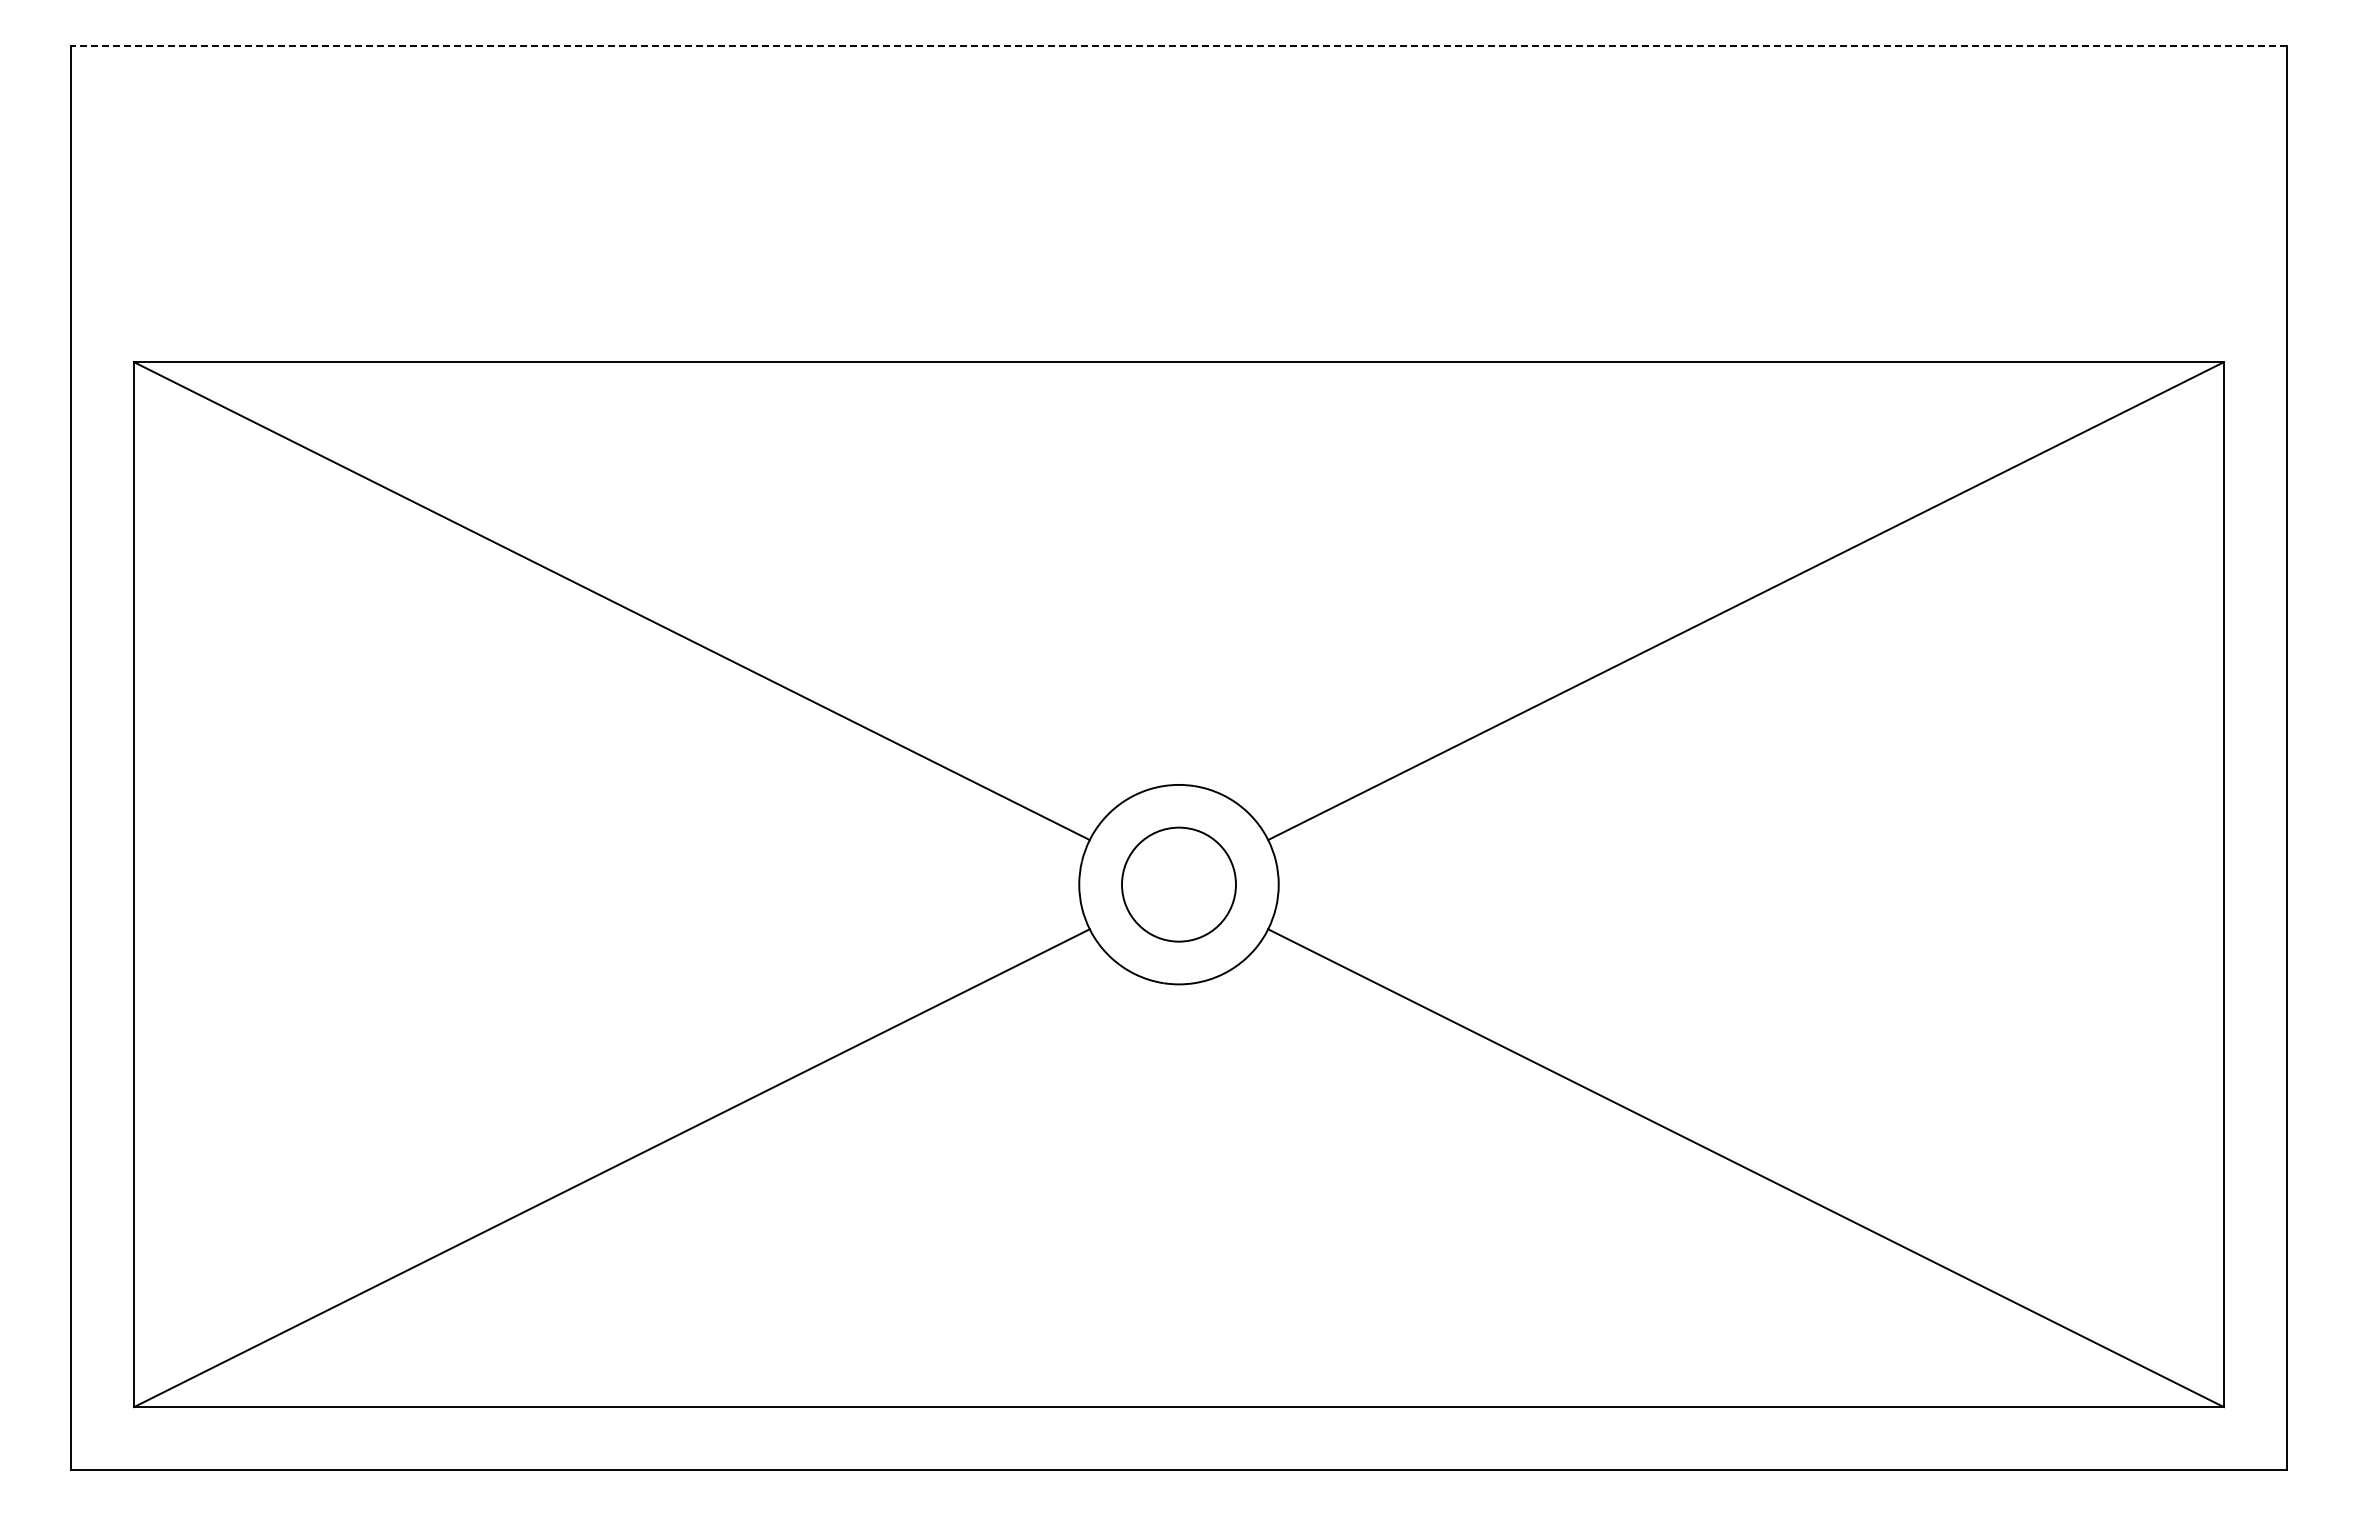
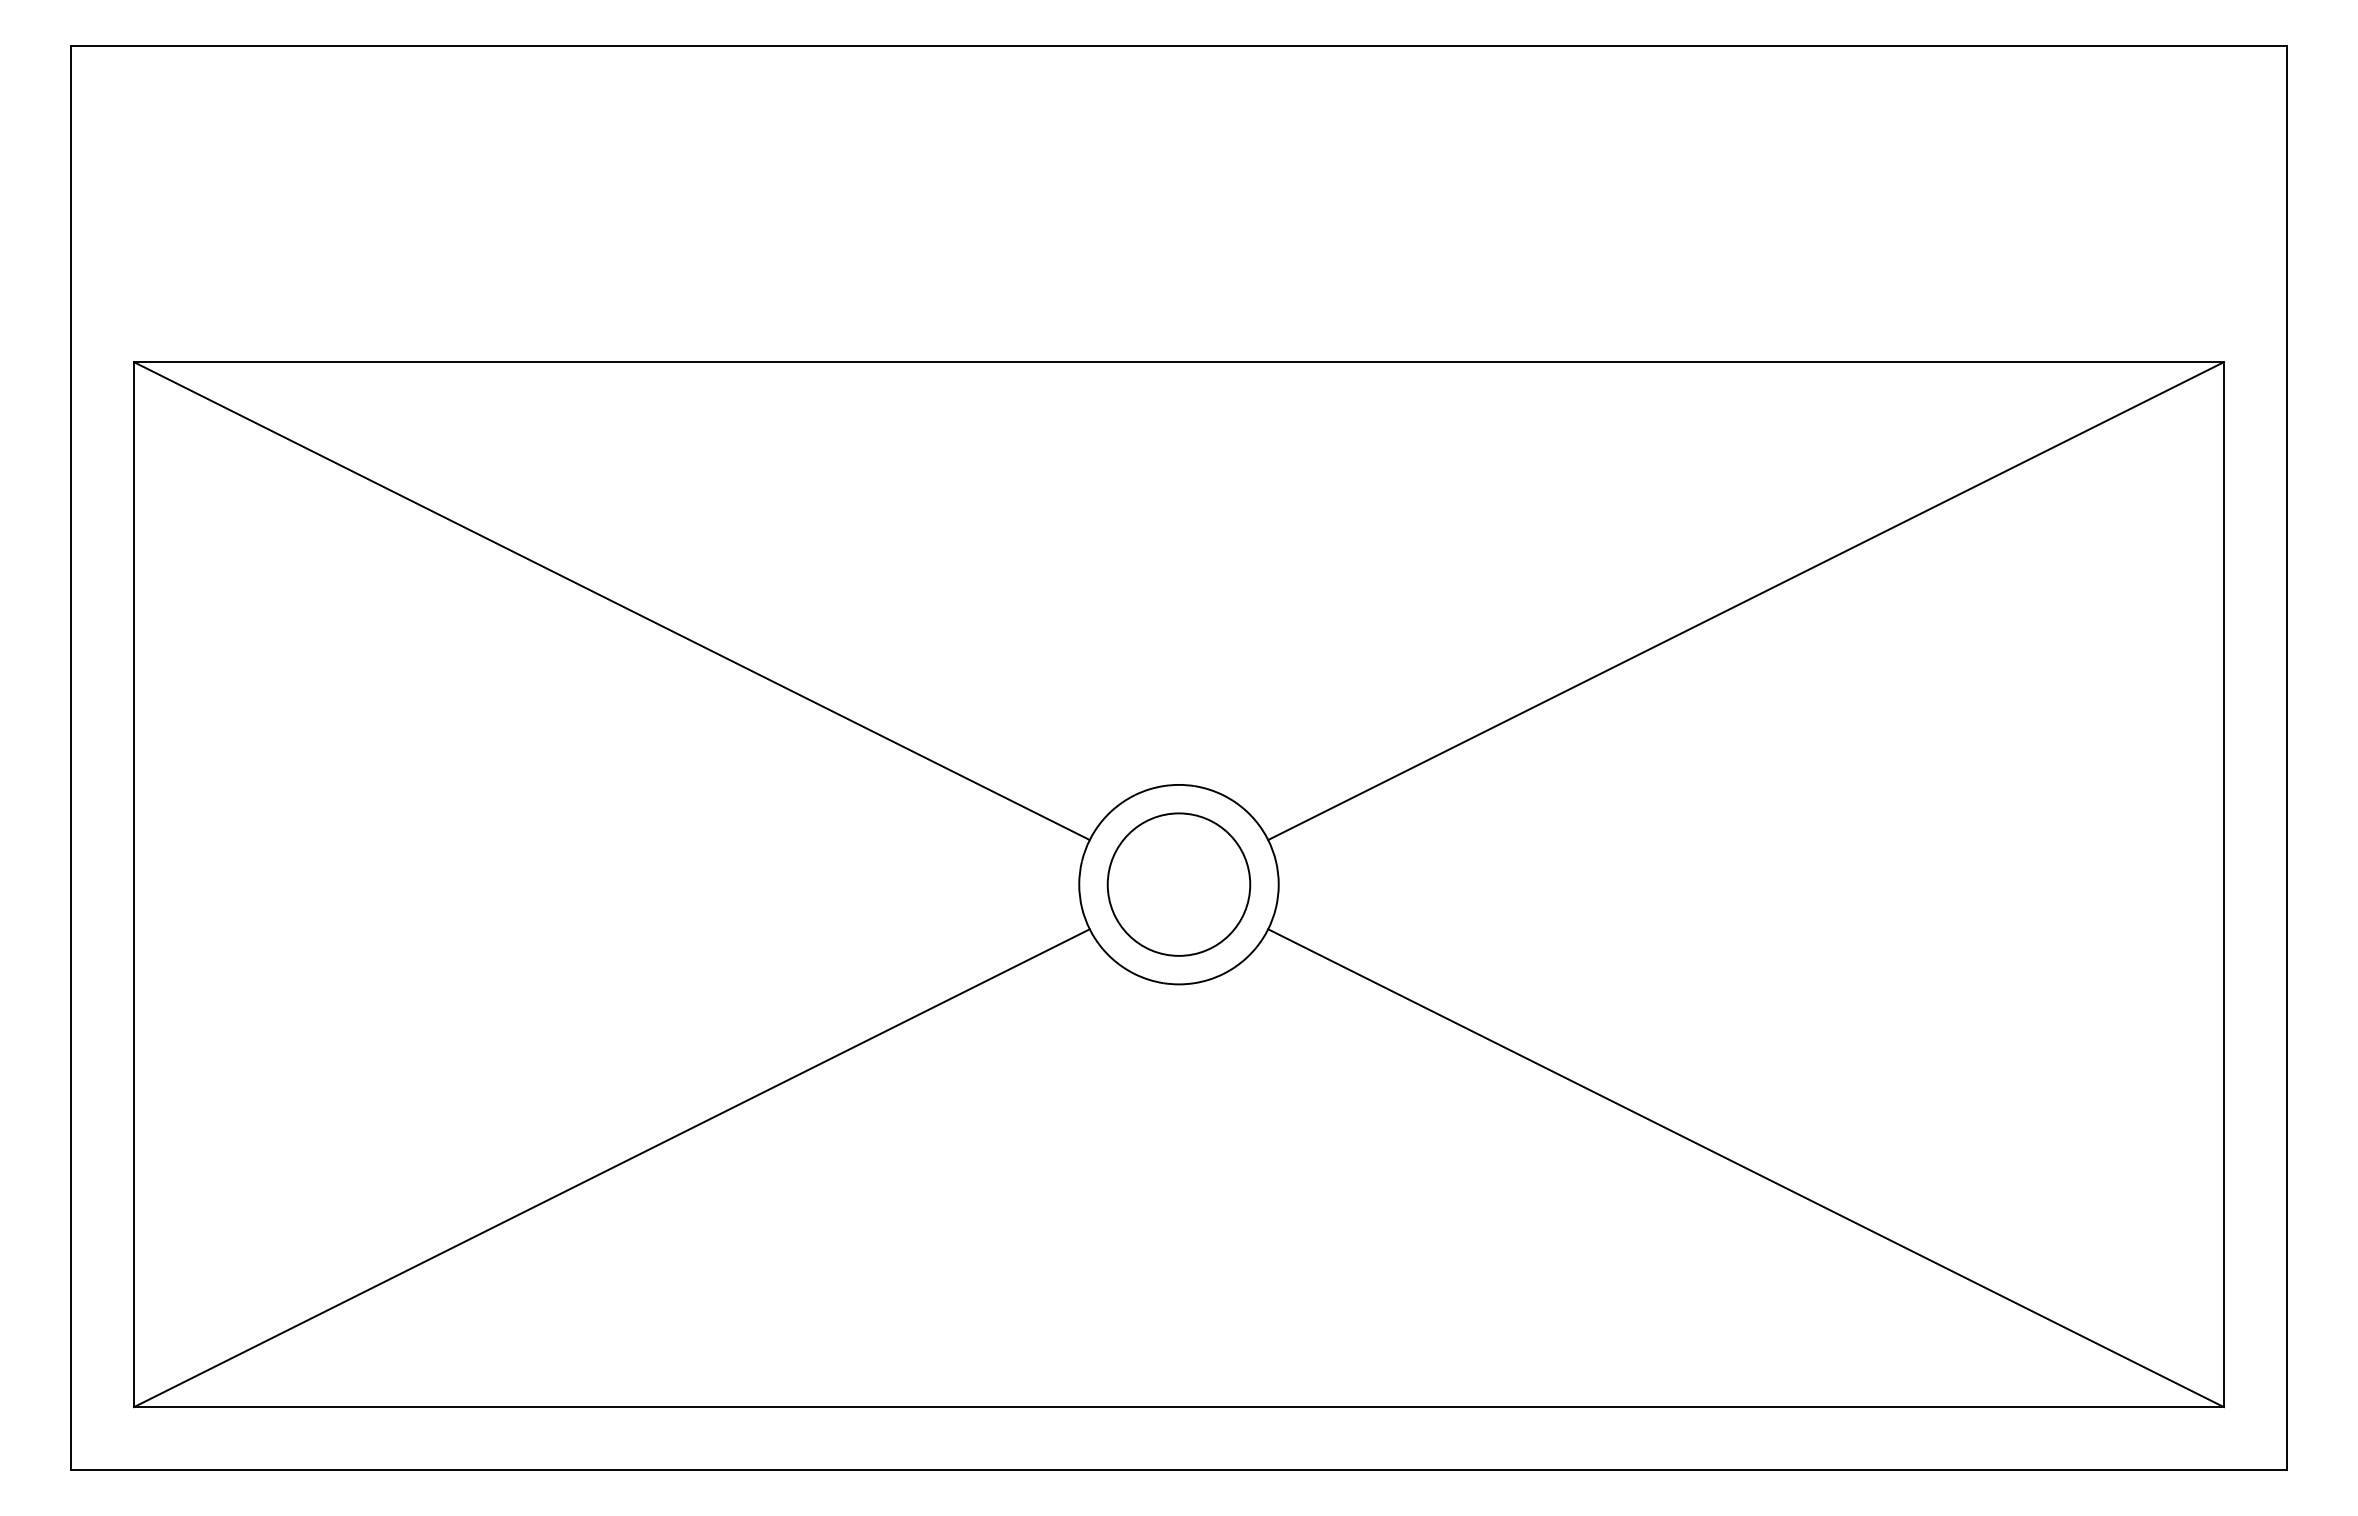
line at (1178, 45): dashed -> solid
circle at (1178, 884) diameter: 114 px -> 142 px
